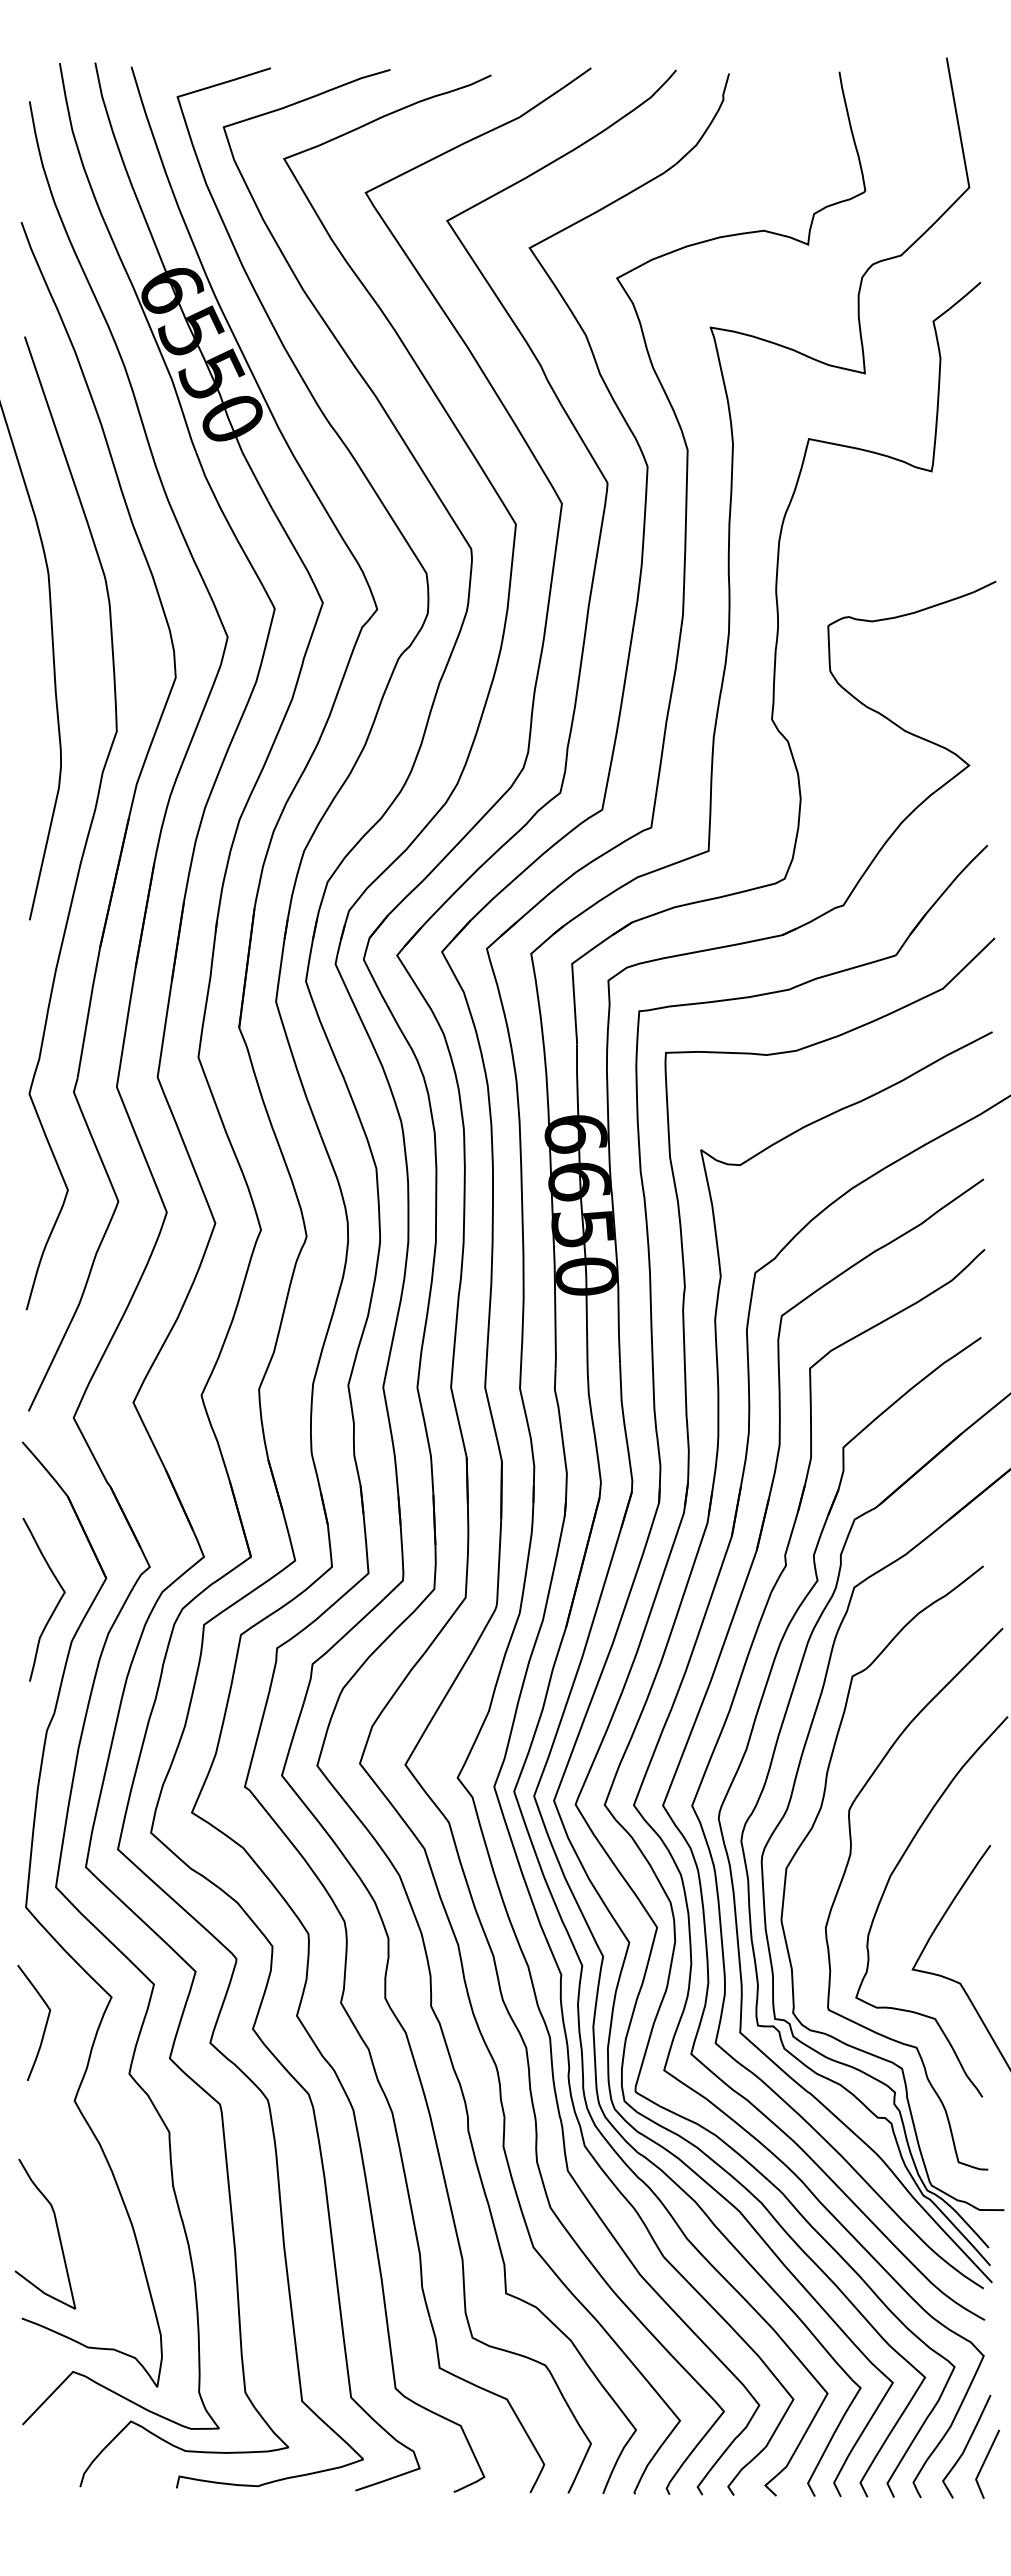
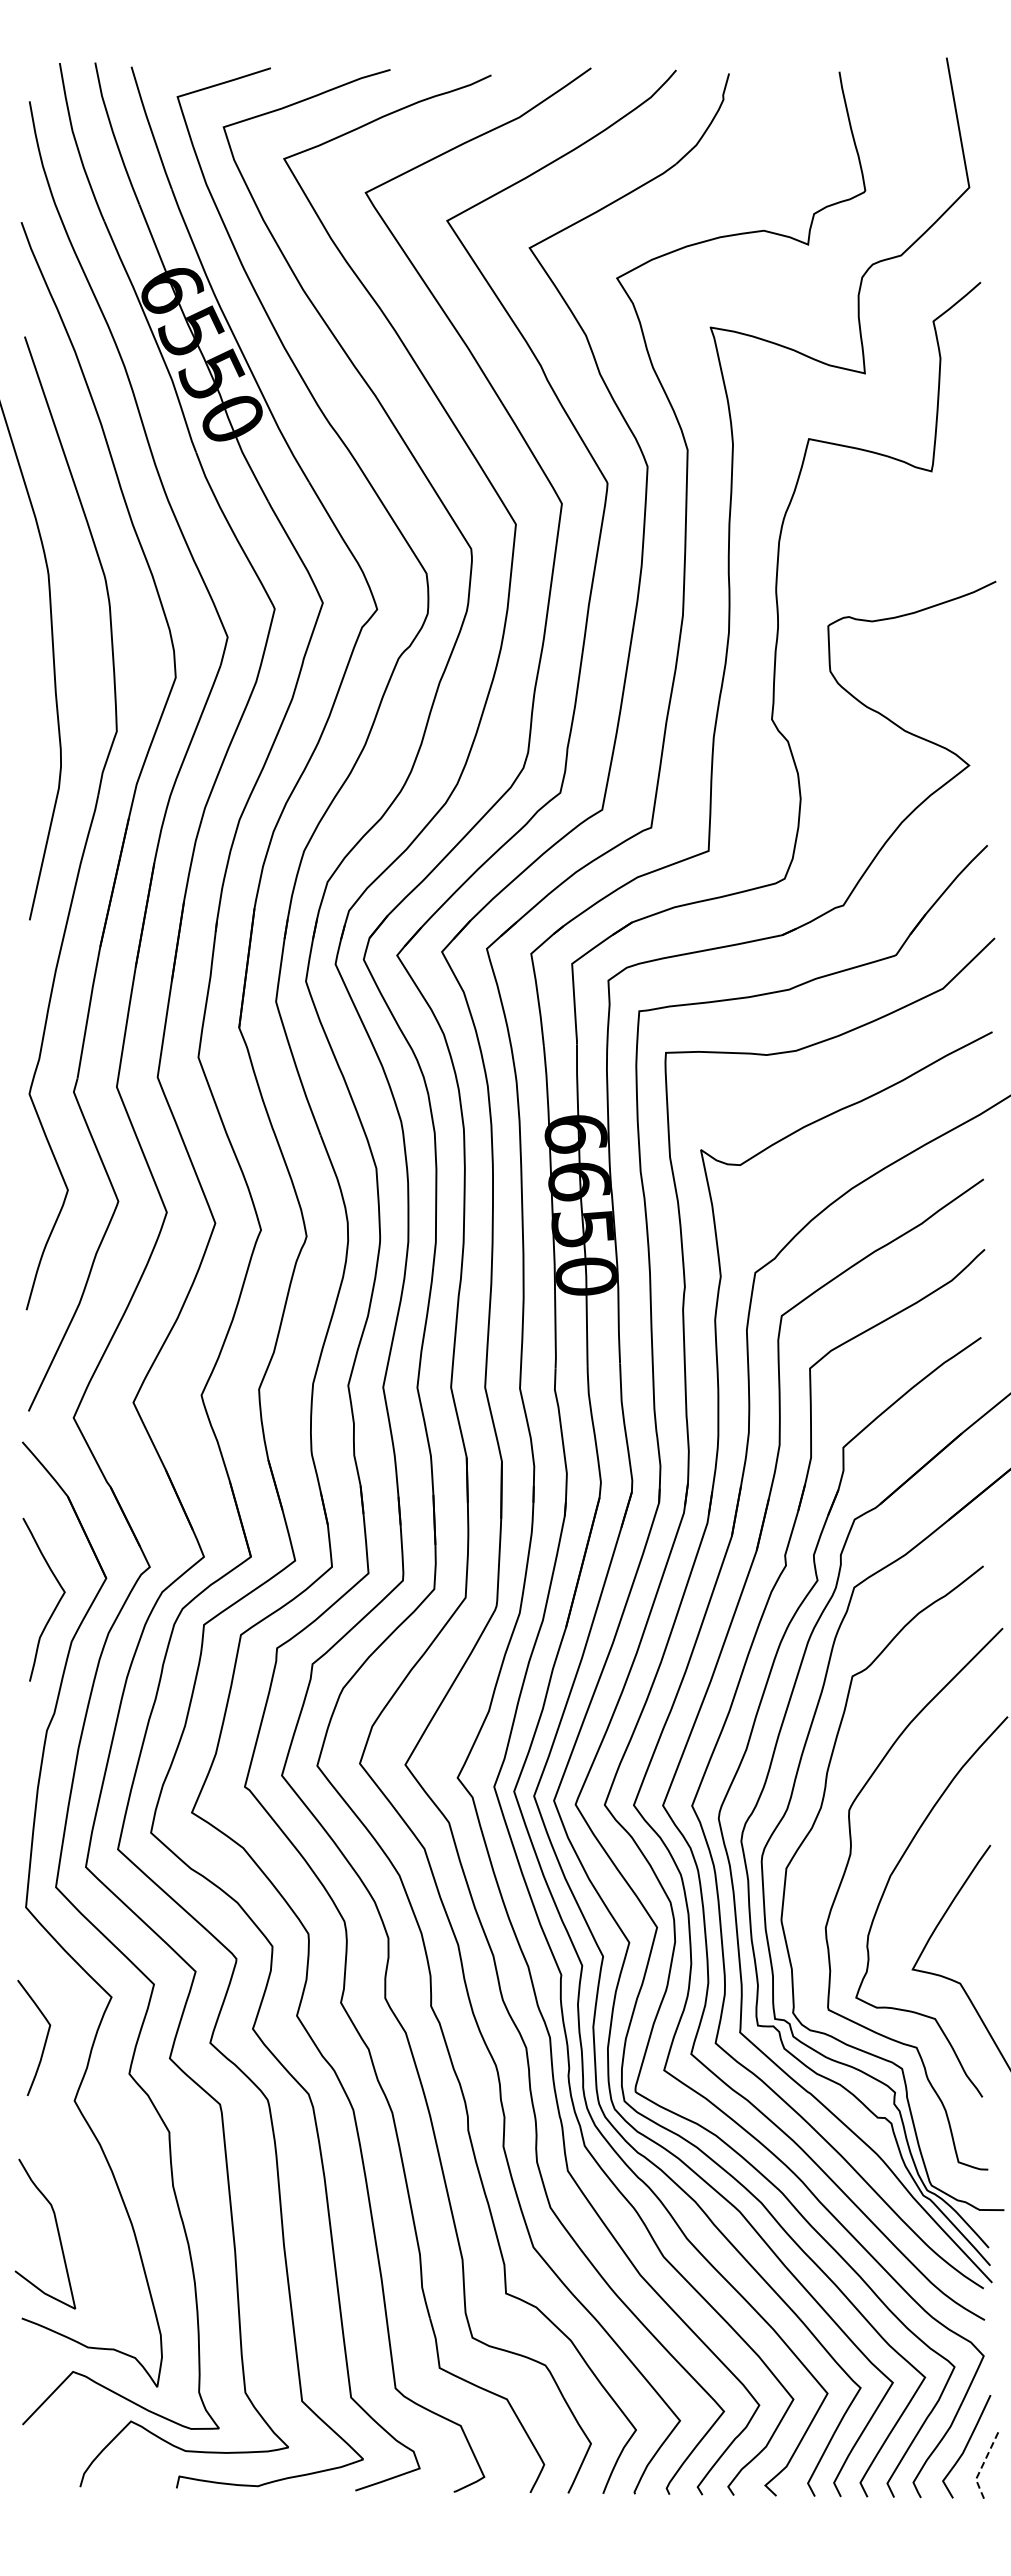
curve at (45, 2023) position: (45, 2023) -> (45, 2038)
line at (982, 2465): solid -> dashed
